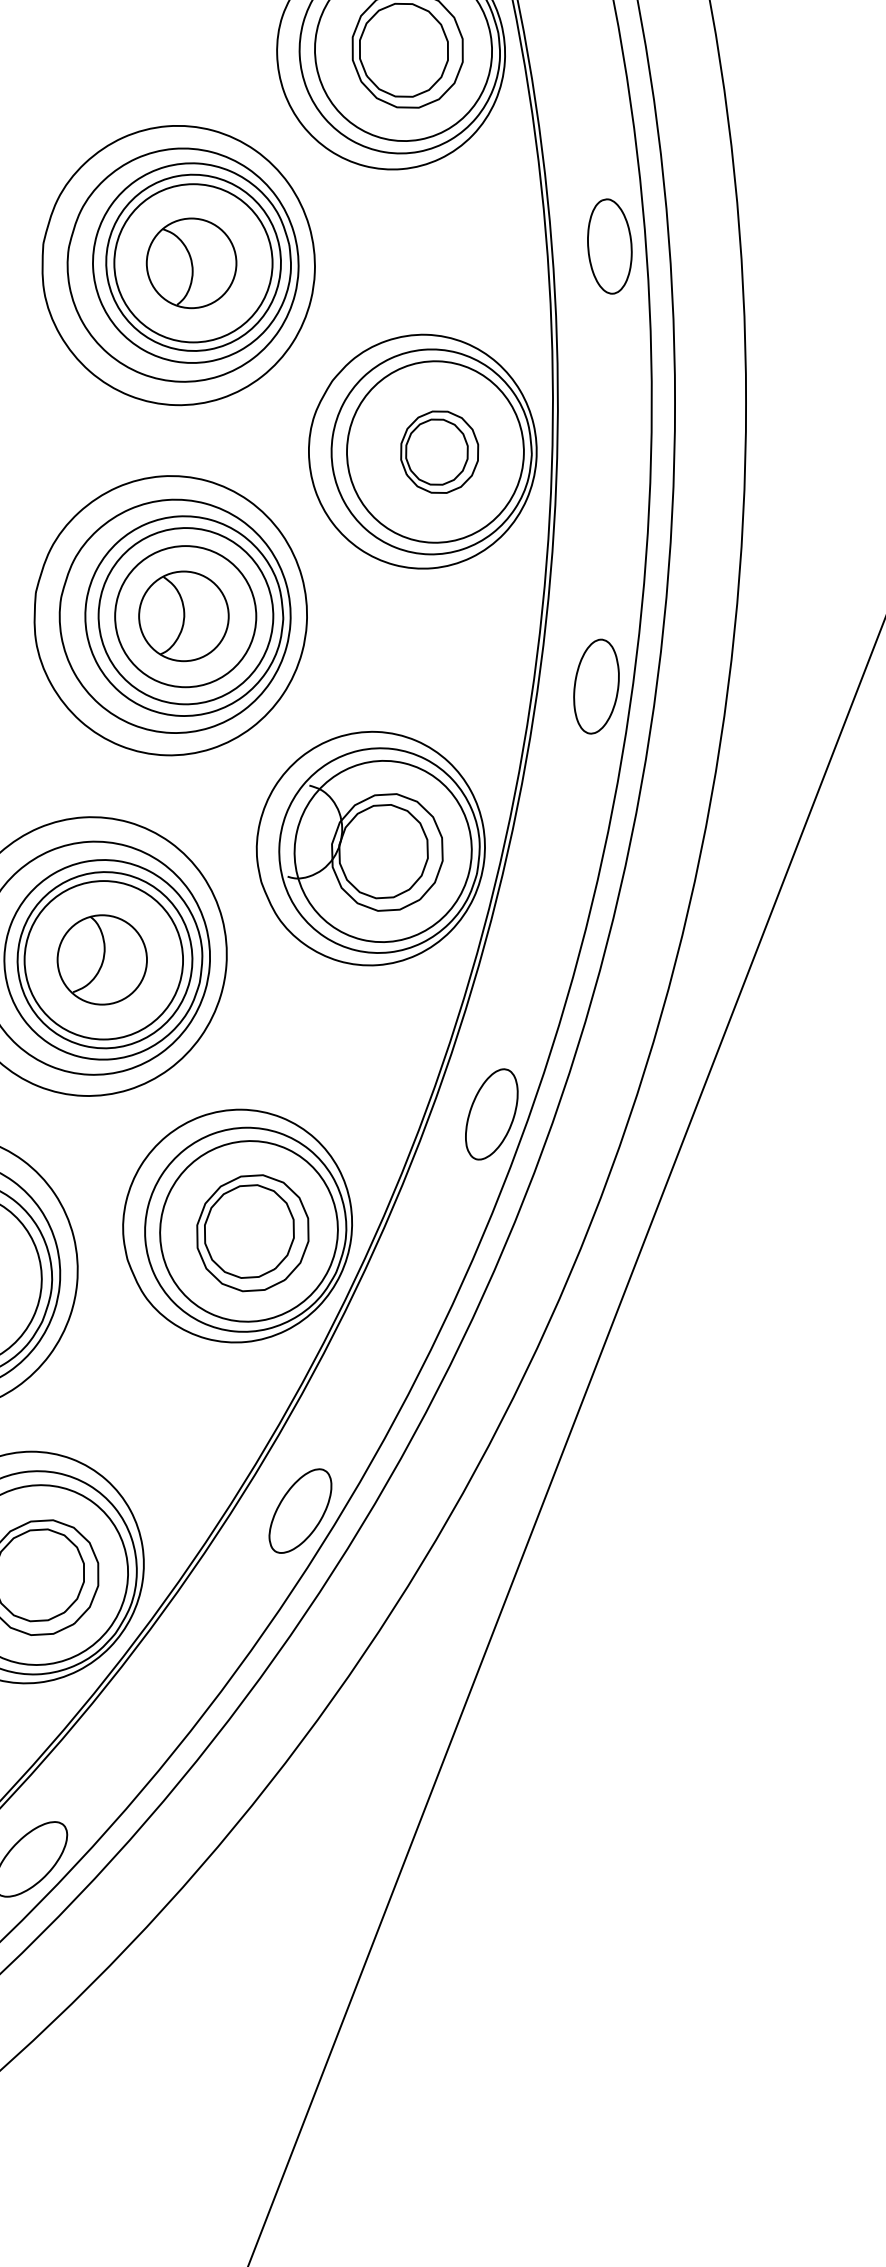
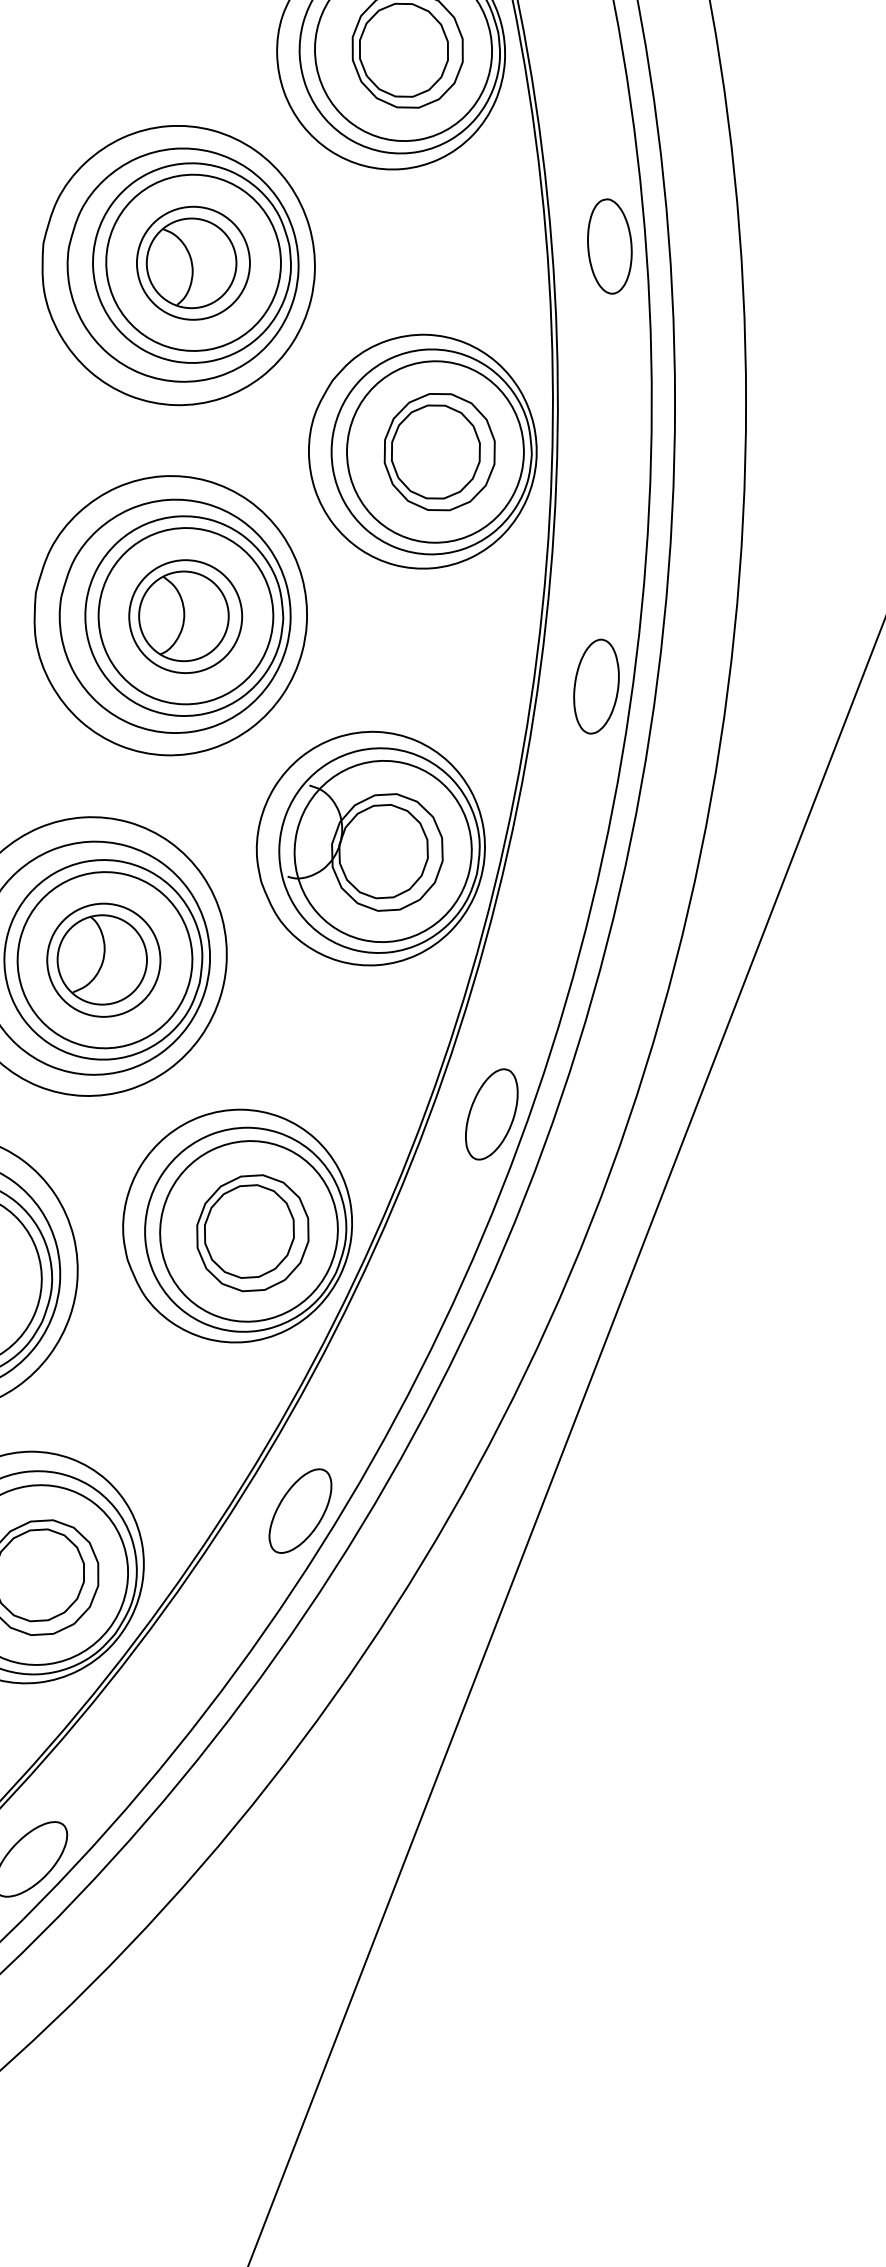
circle at (193, 263) diameter: 158 px -> 113 px
part at (439, 451) size: 80x84 px -> 113x119 px
circle at (185, 616) diameter: 141 px -> 113 px
circle at (103, 960) diameter: 158 px -> 113 px
